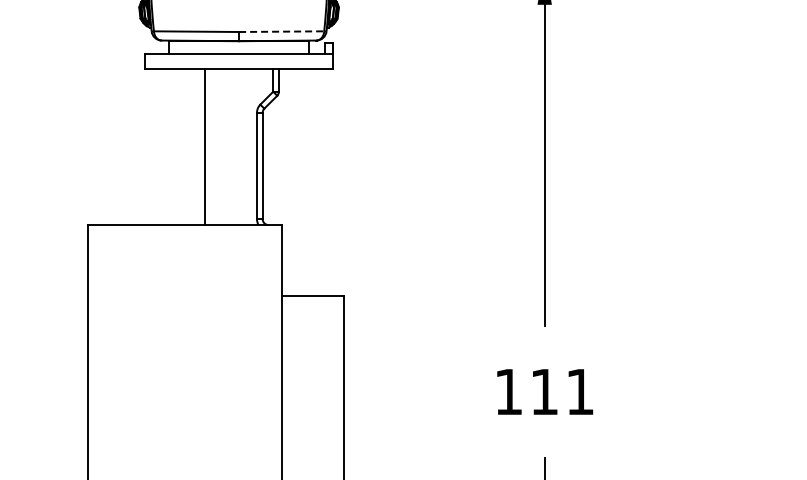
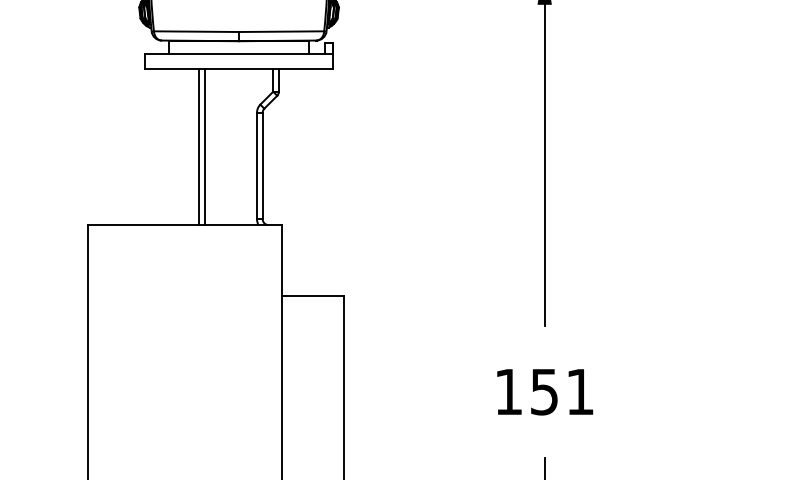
line at (281, 31): dashed -> solid
line at (199, 146): none -> present
text at (544, 392): 111 -> 151
